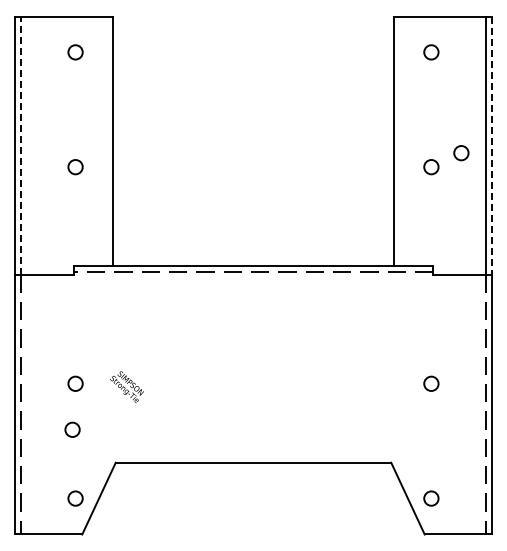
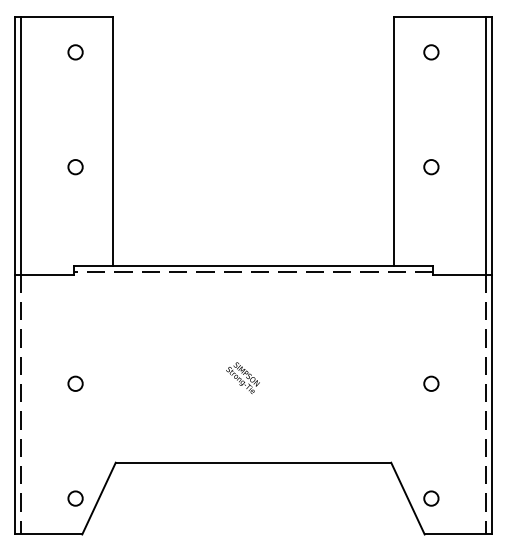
line at (21, 145): dashed -> solid
line at (491, 146): dashed -> solid
circle at (461, 153): present -> none
text at (126, 386) position: (126, 386) -> (242, 377)
circle at (72, 429): present -> none
